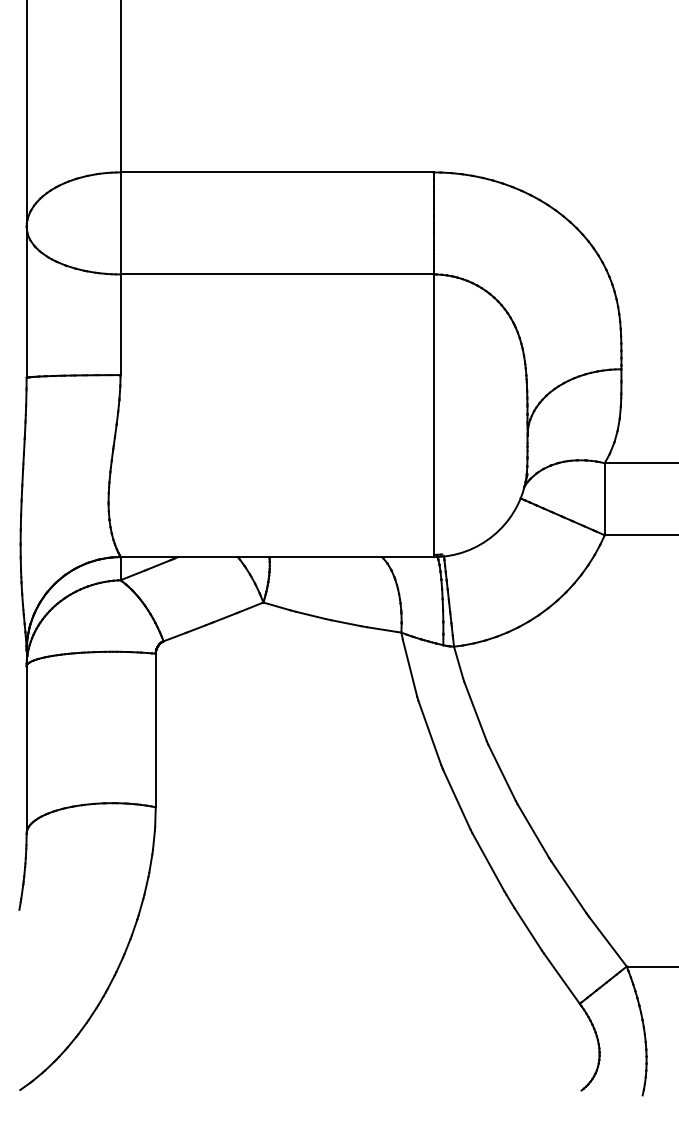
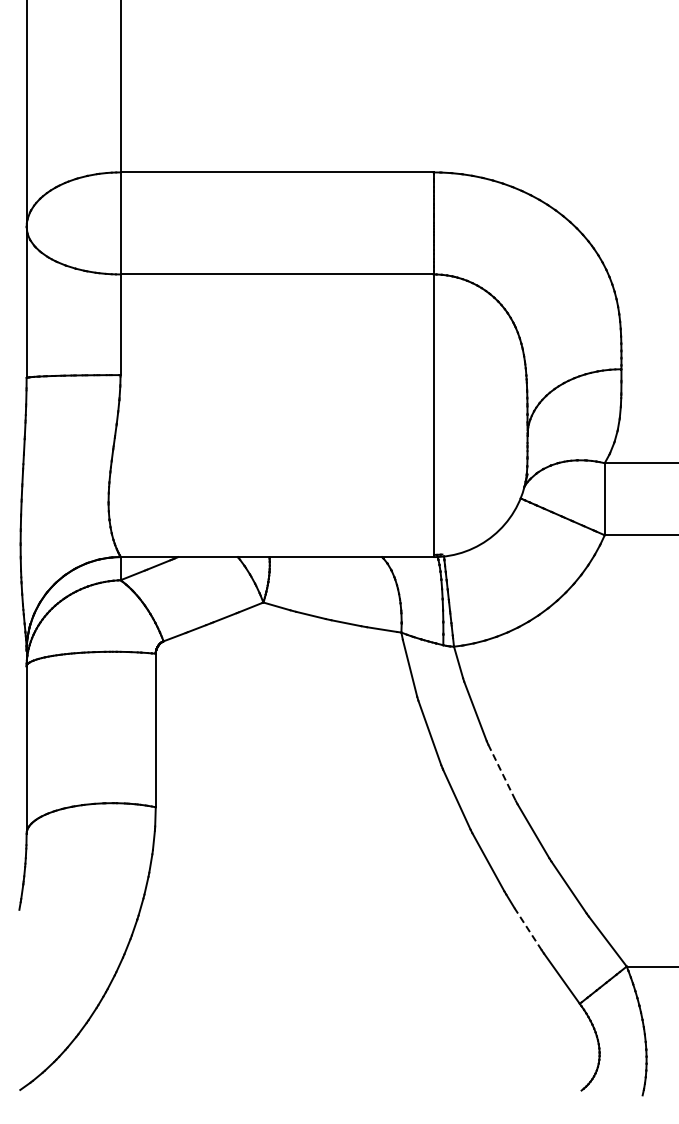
line at (502, 773): solid -> dashed
line at (527, 928): solid -> dashed
